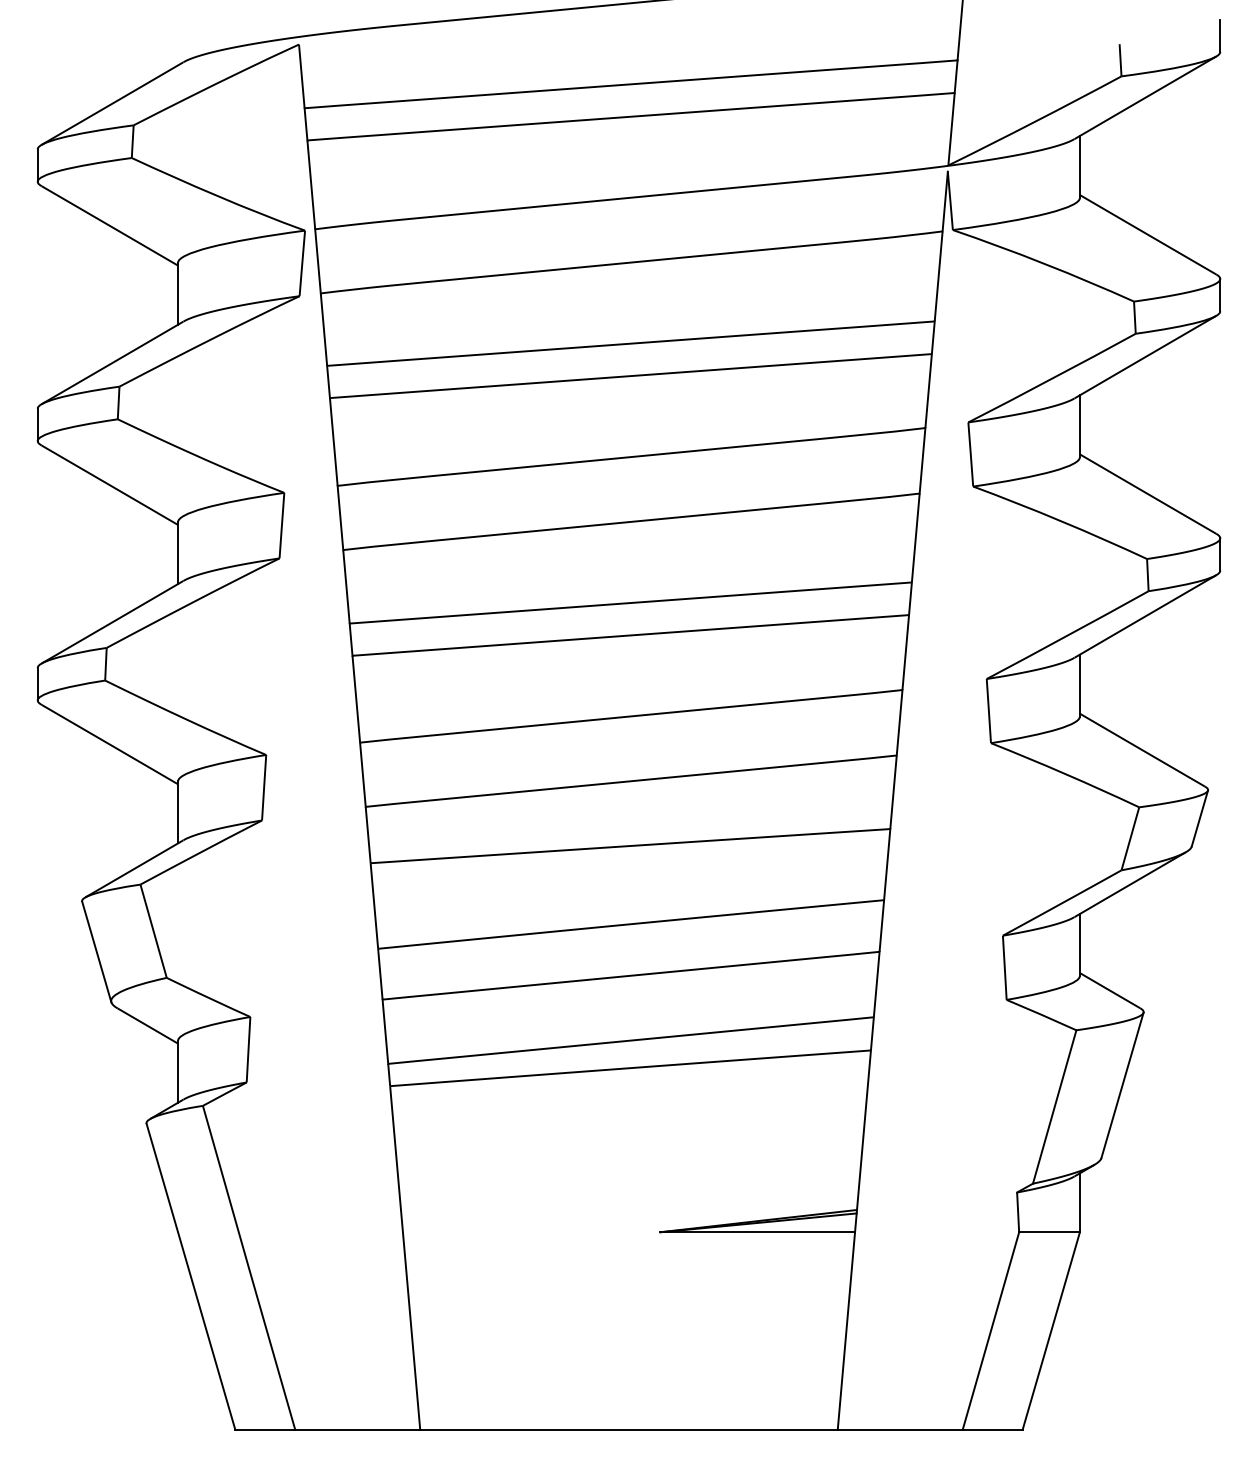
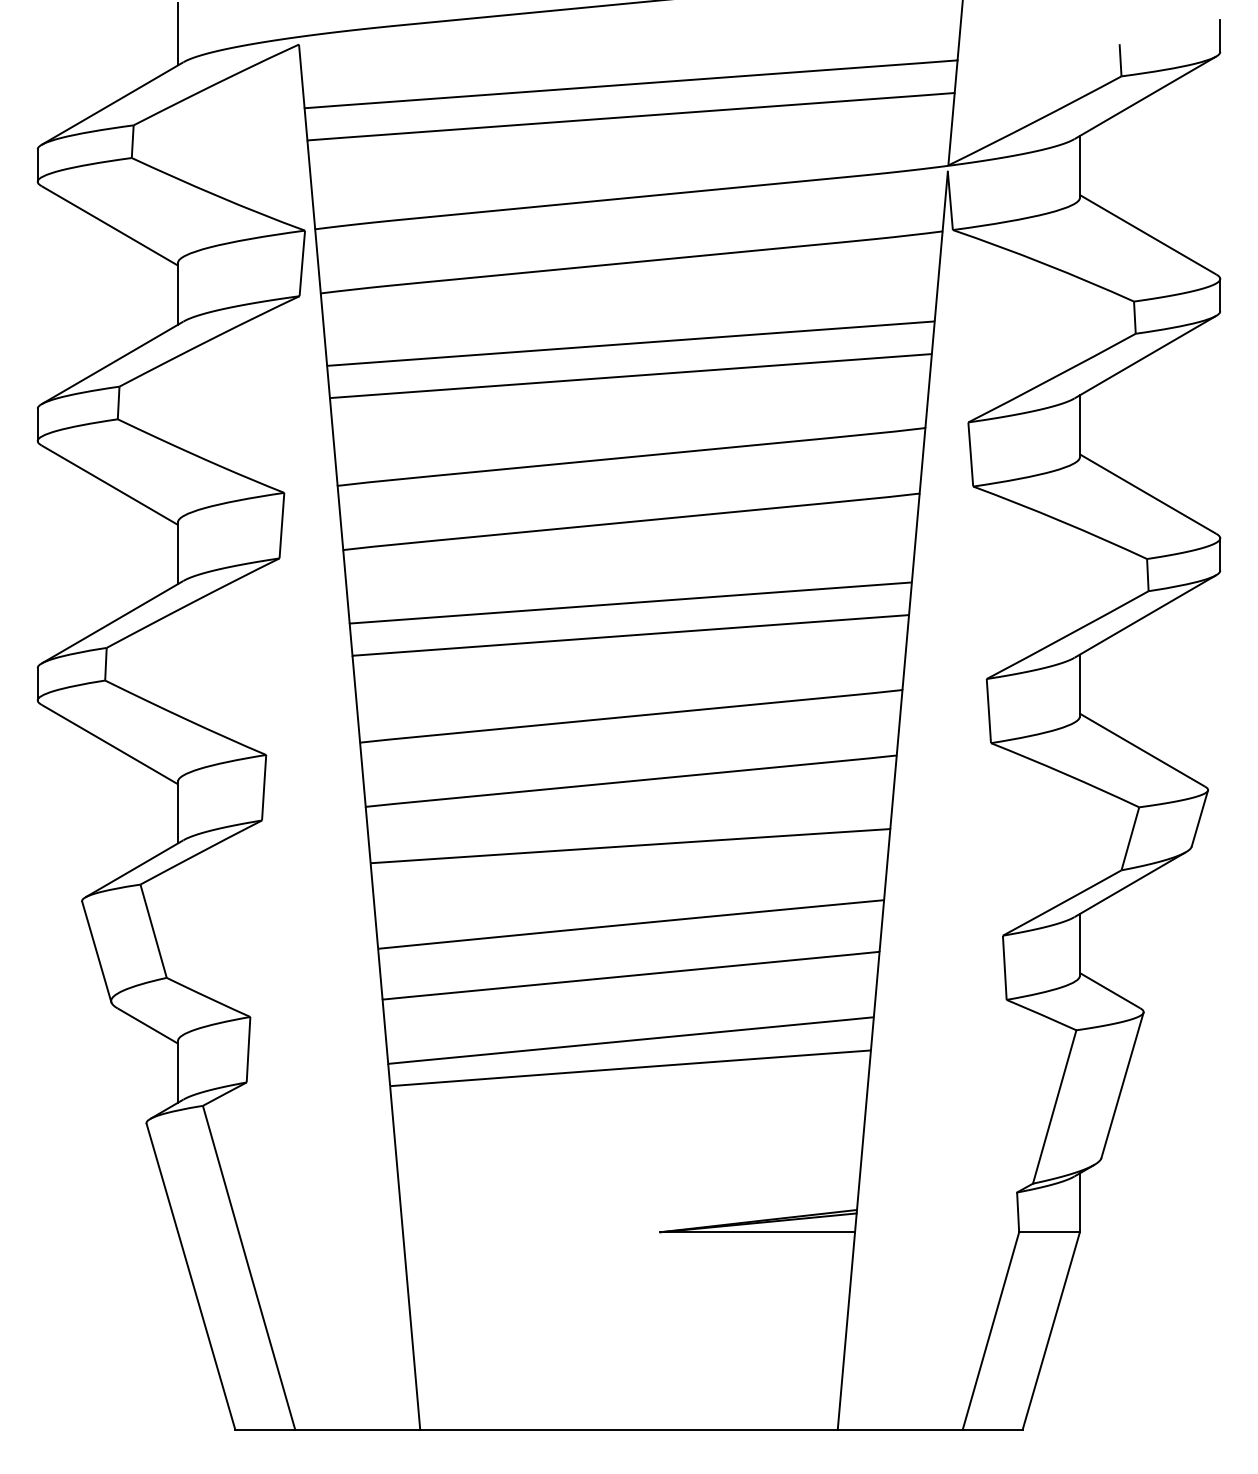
line at (178, 34): none -> present
